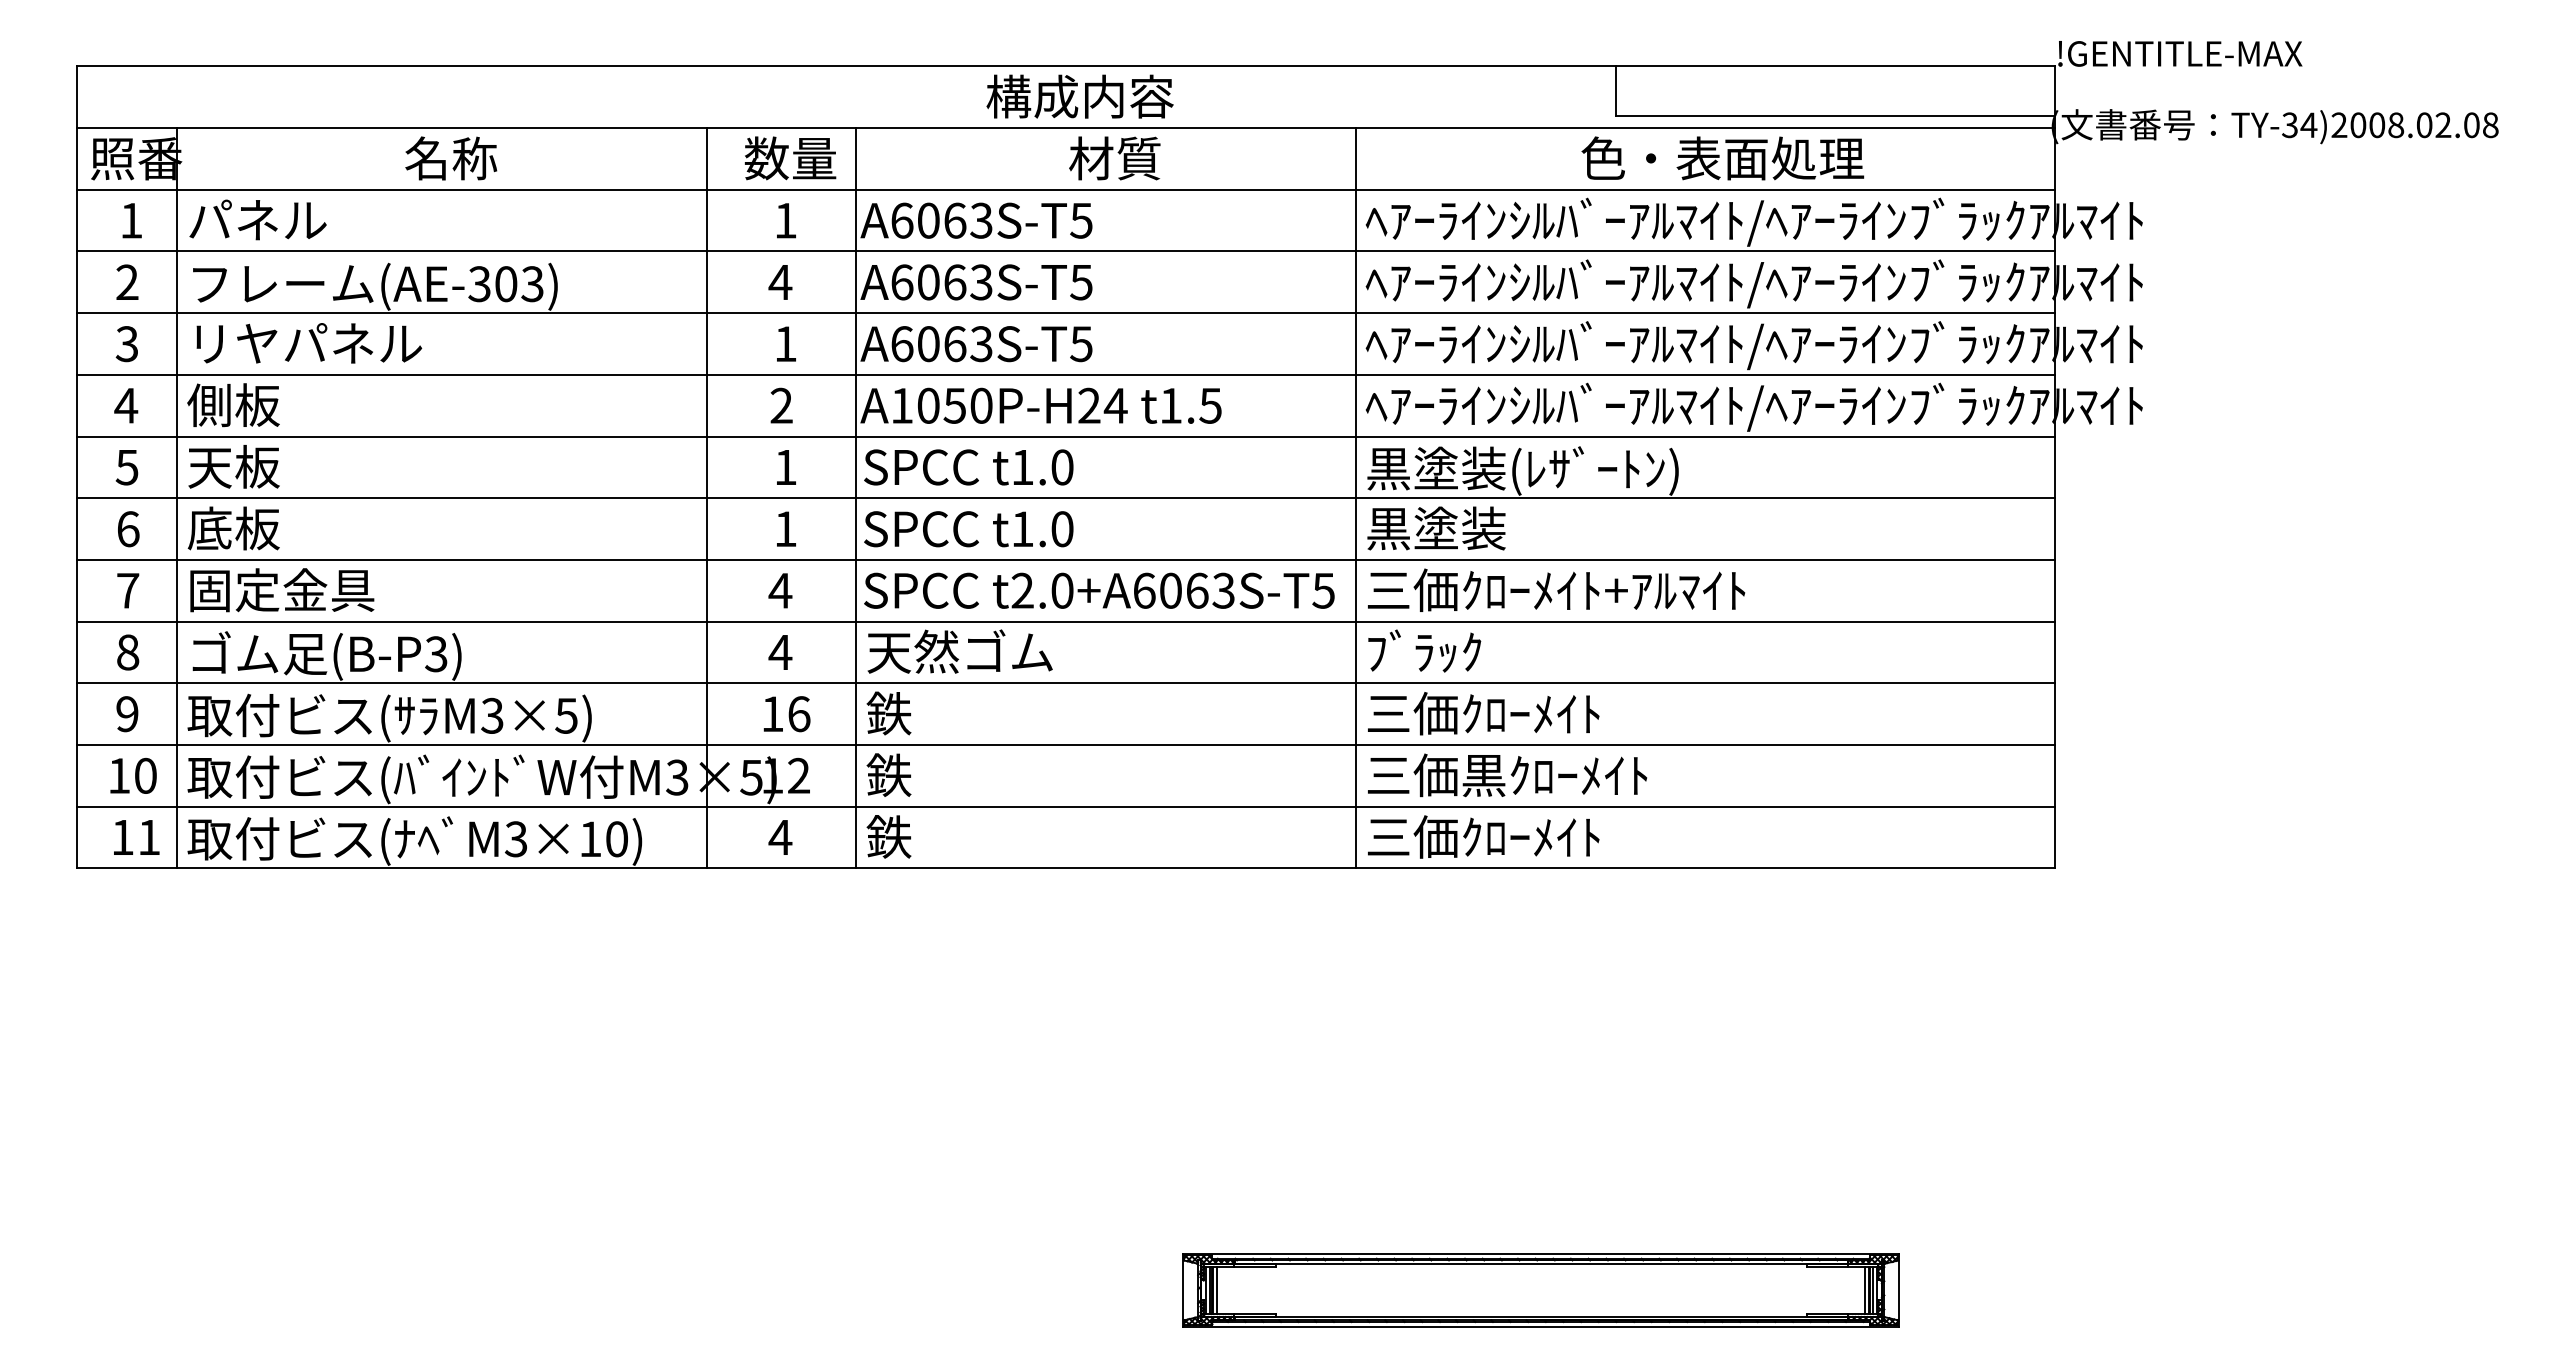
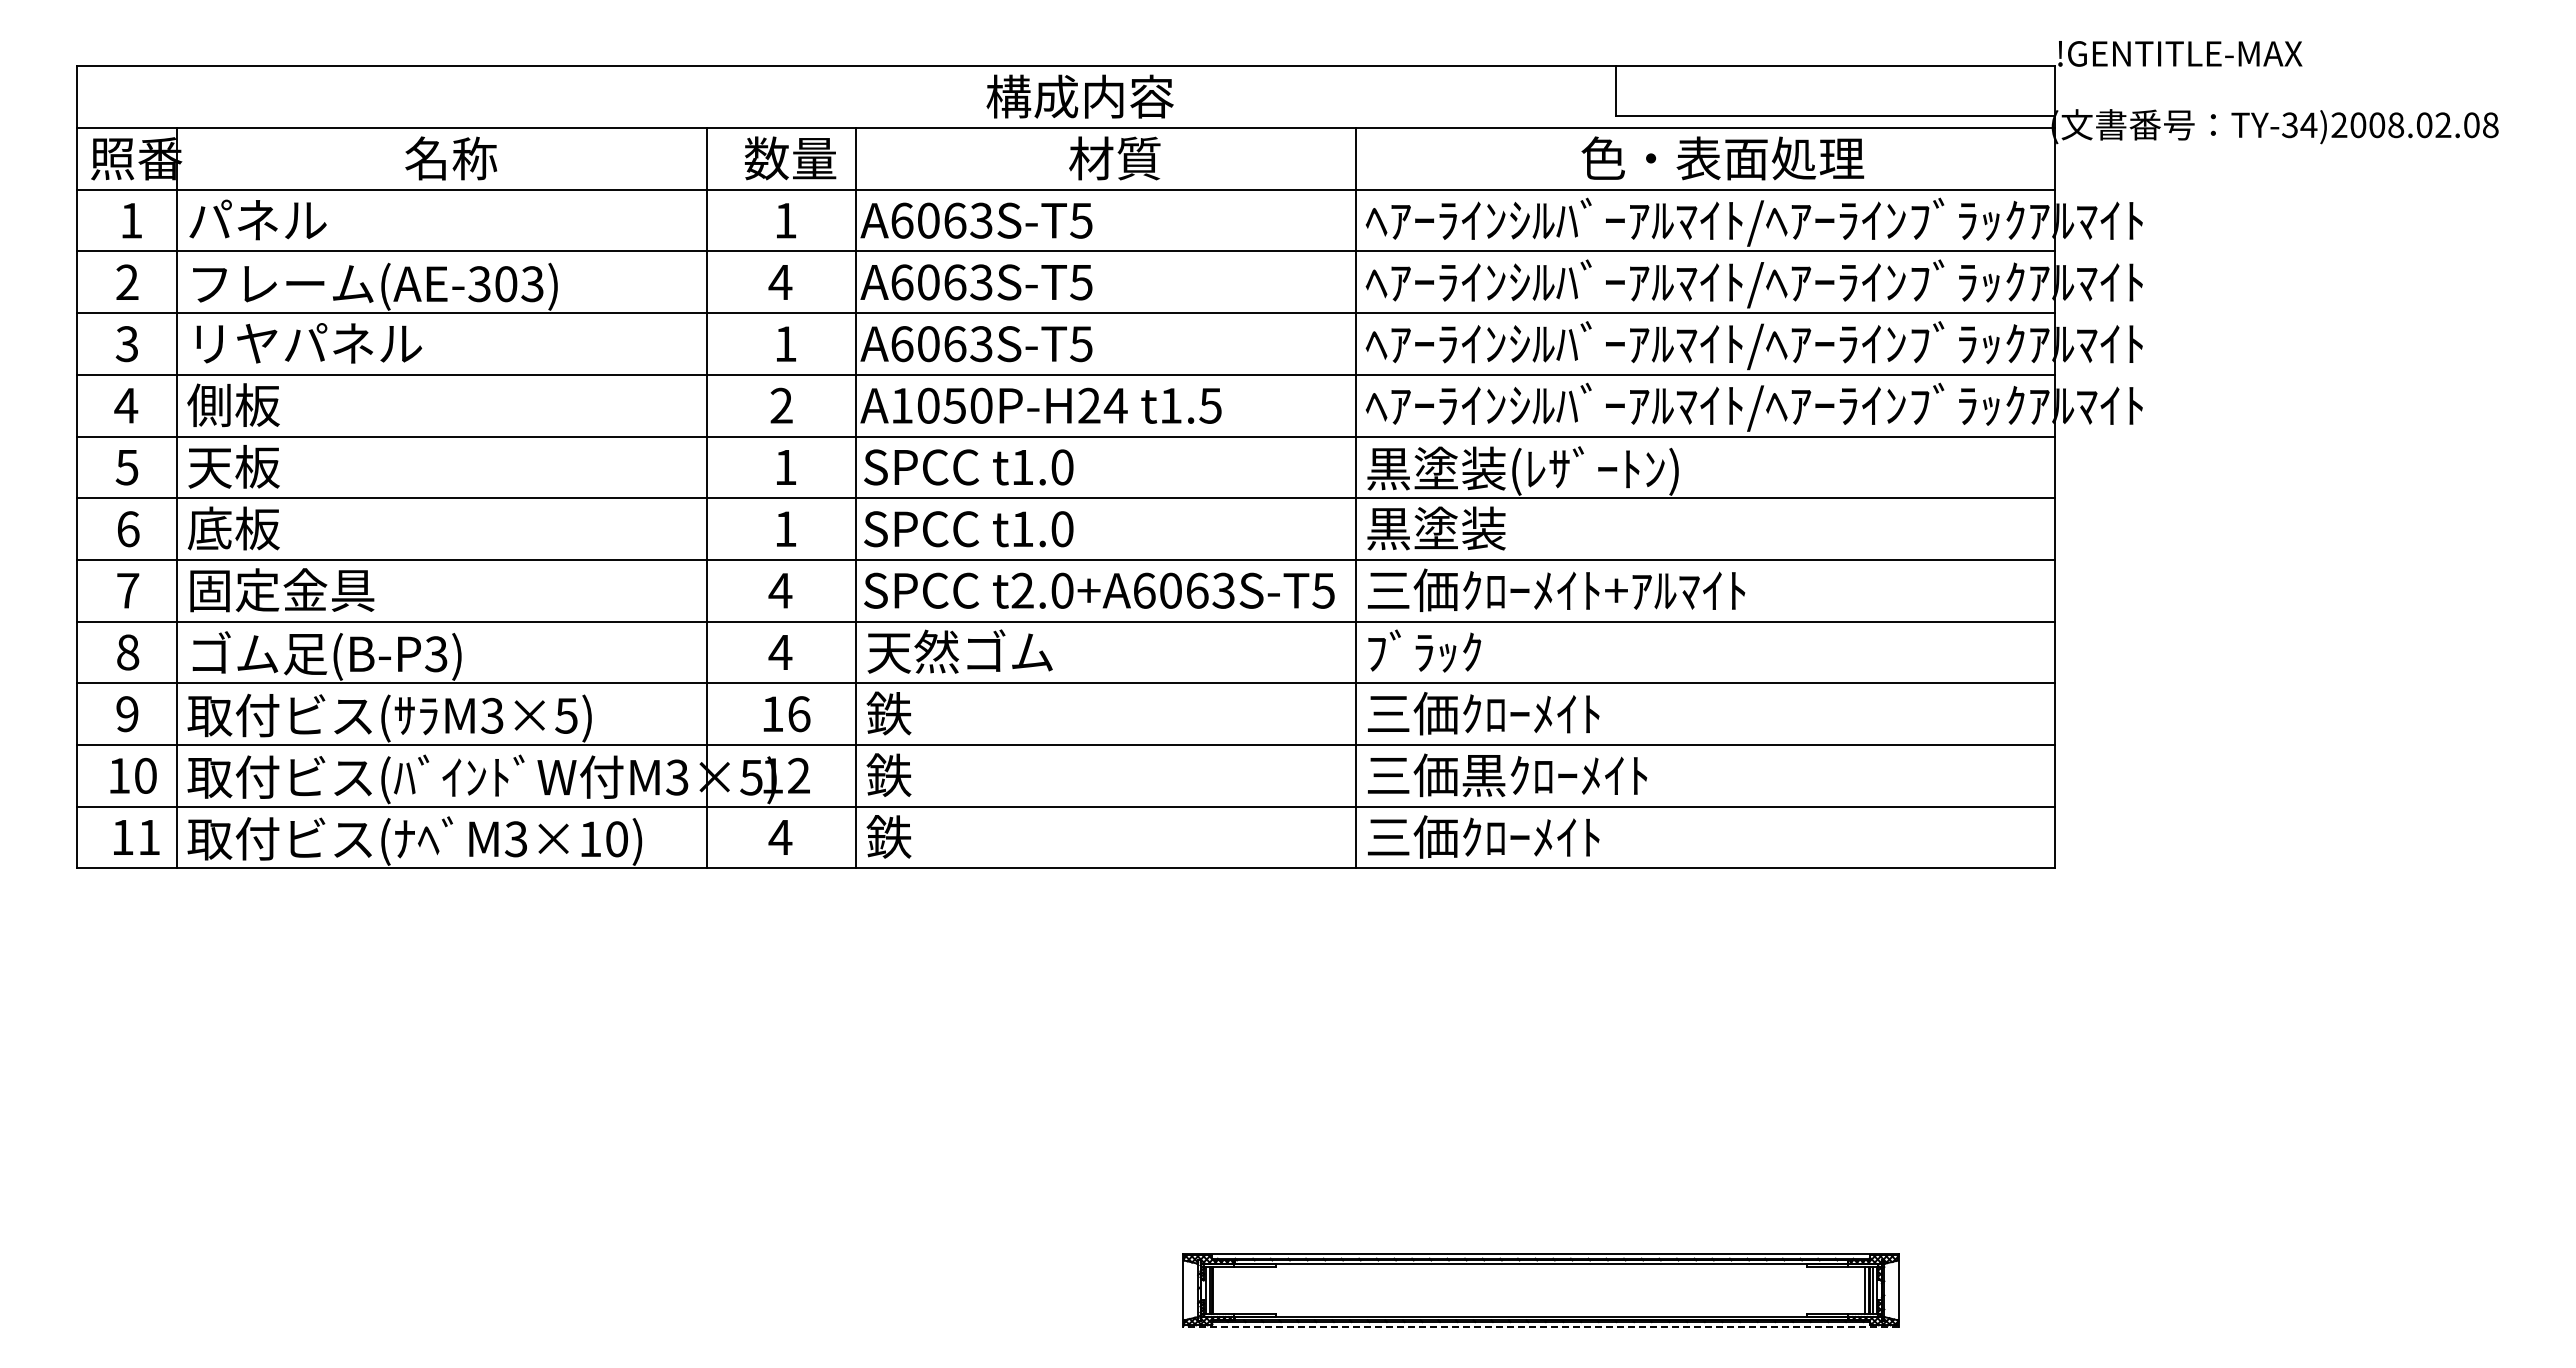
line at (1217, 1290): present -> none
line at (1541, 1327): solid -> dashed
